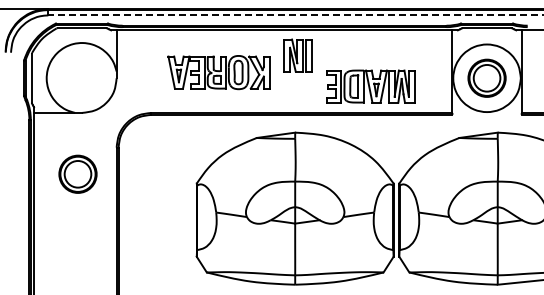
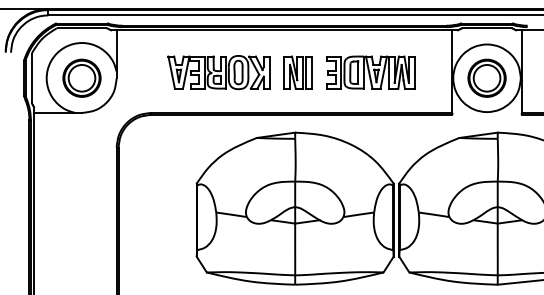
line at (295, 15): dashed -> solid
part at (297, 55) position: (297, 55) -> (297, 72)
part at (370, 86) position: (370, 86) -> (370, 72)
part at (77, 173) position: (77, 173) -> (81, 77)
